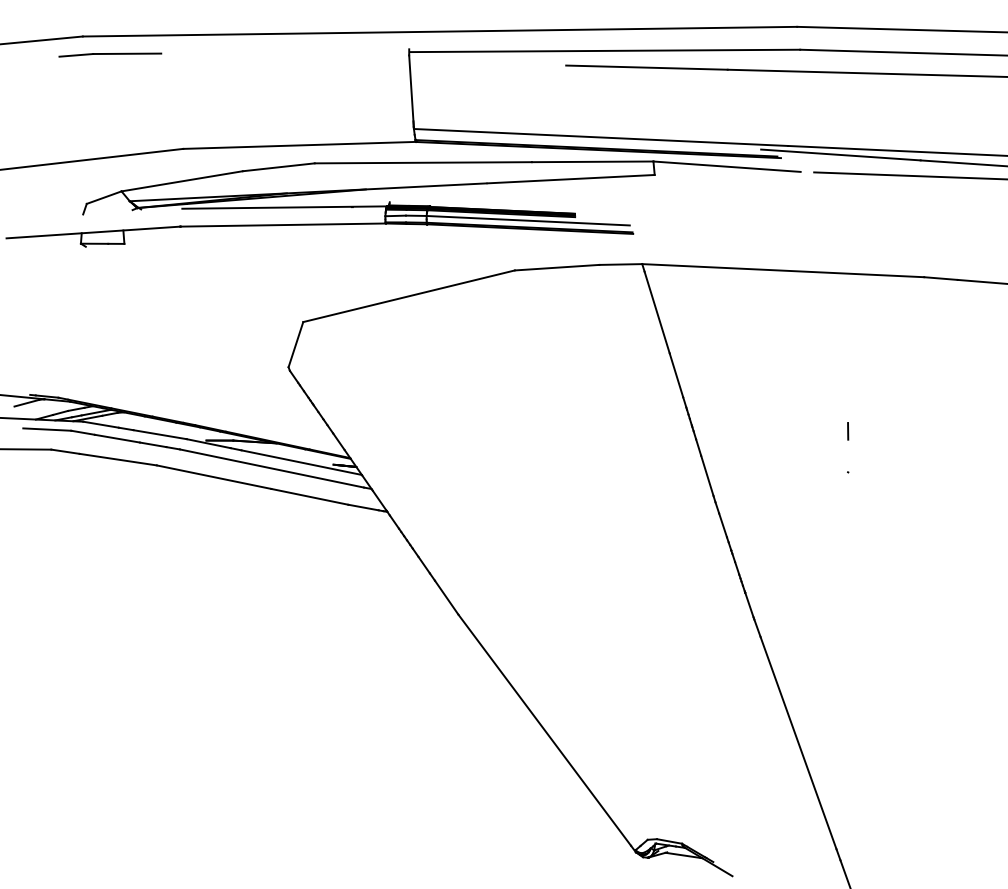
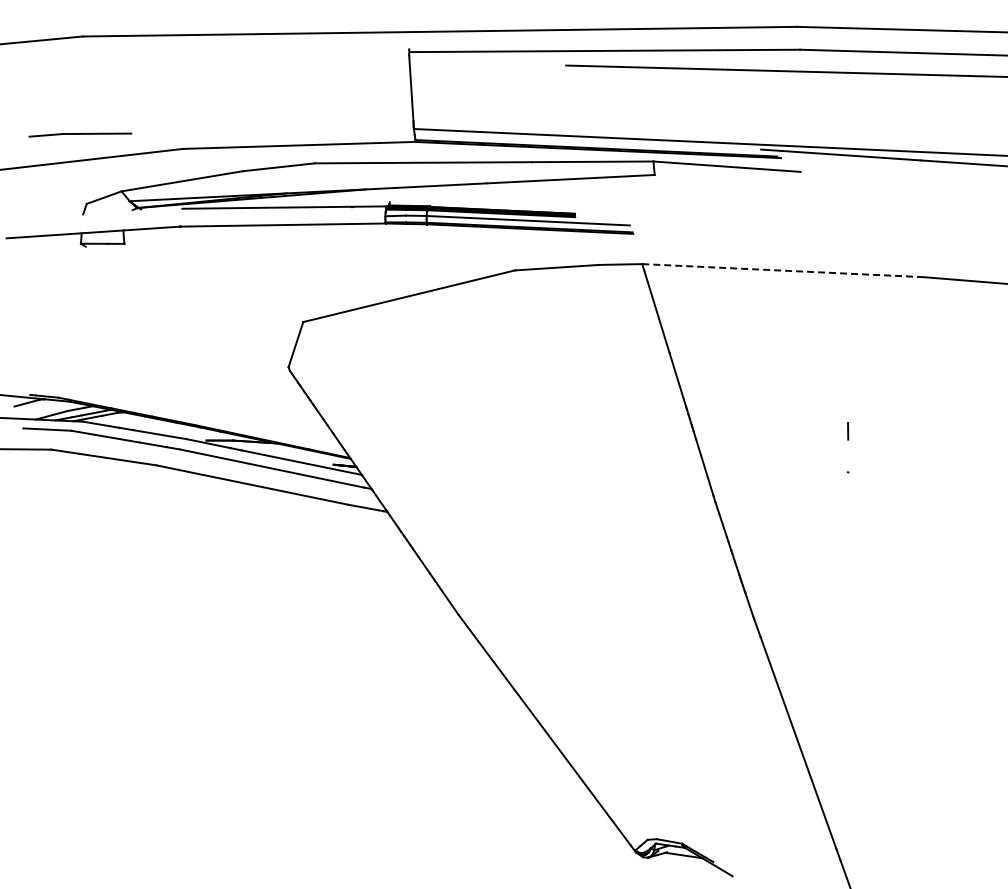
part at (110, 54) position: (110, 54) -> (80, 134)
line at (909, 175): present -> none
line at (783, 270): solid -> dashed
